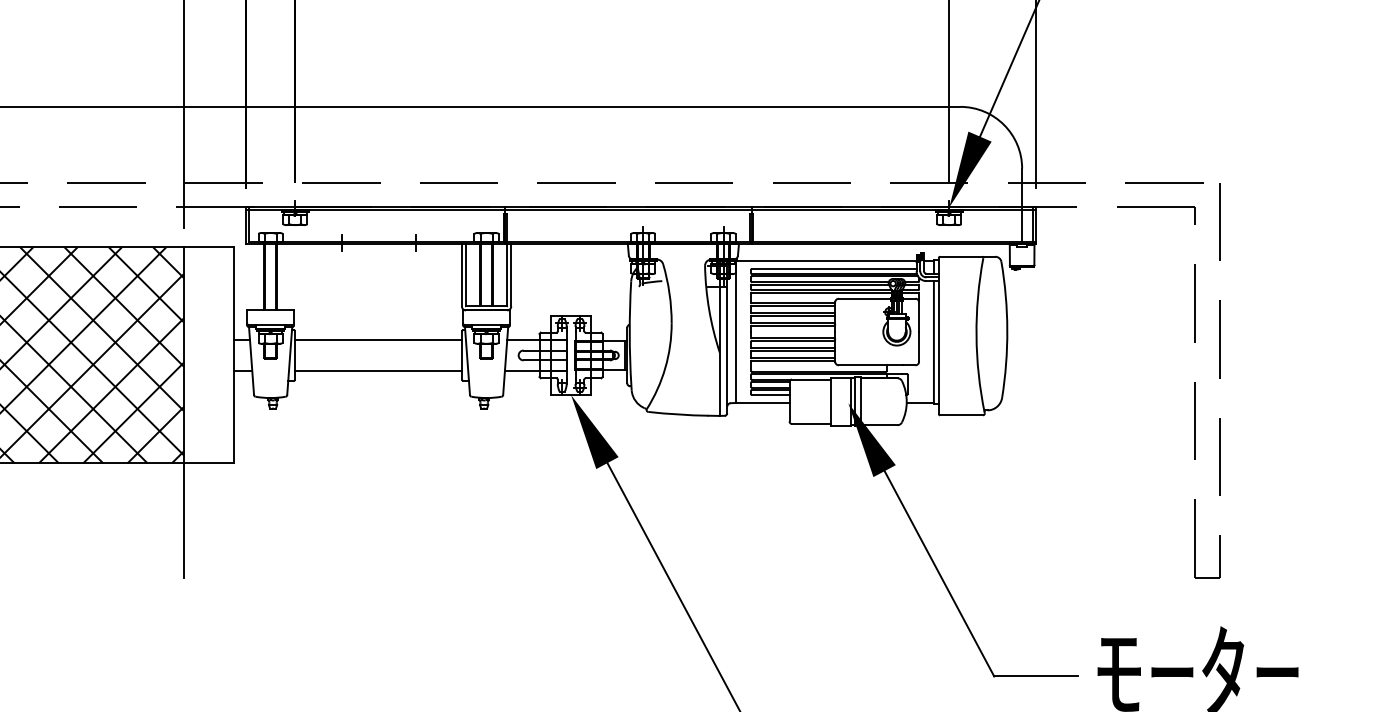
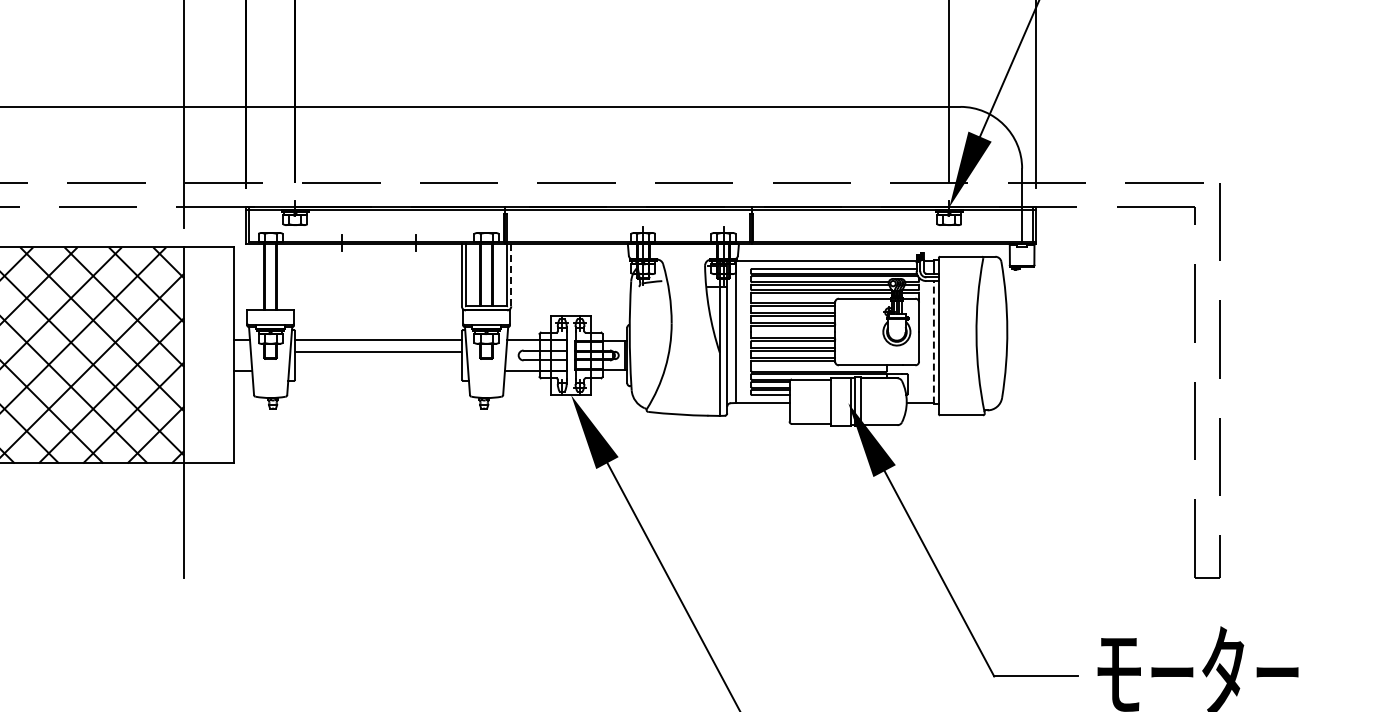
line at (511, 275): solid -> dashed
line at (933, 341): solid -> dashed
line at (378, 370) position: (378, 370) -> (378, 351)
